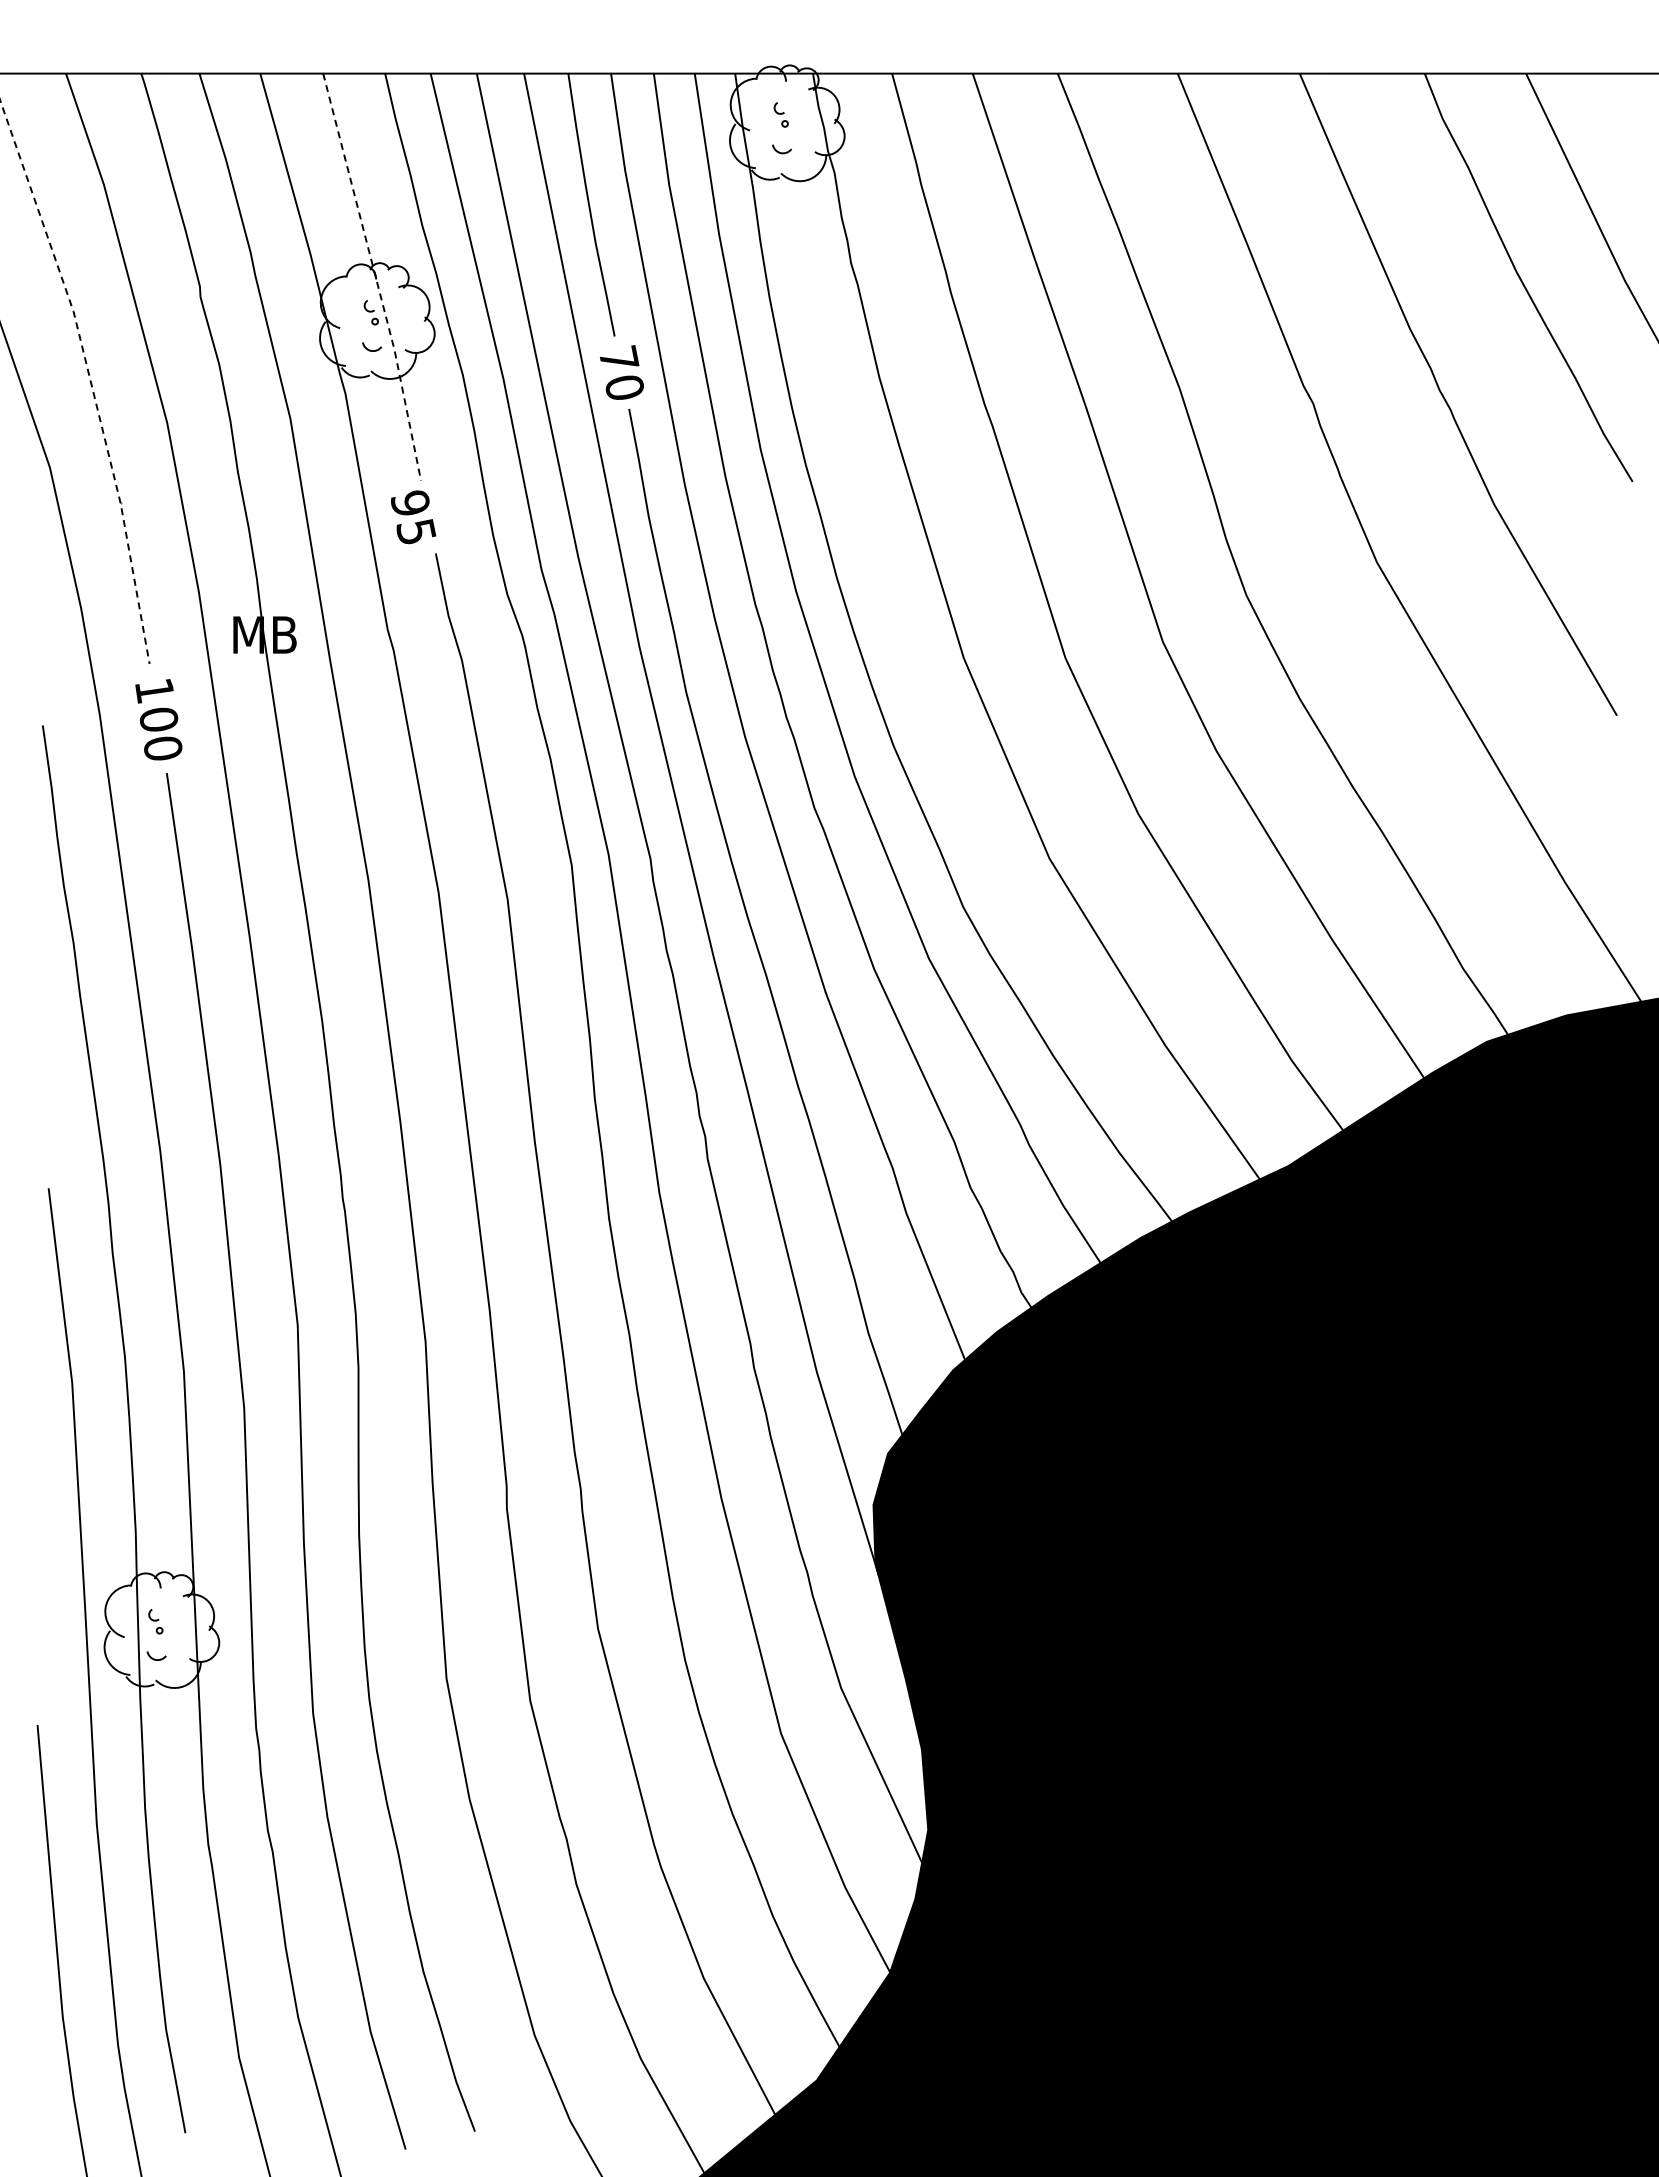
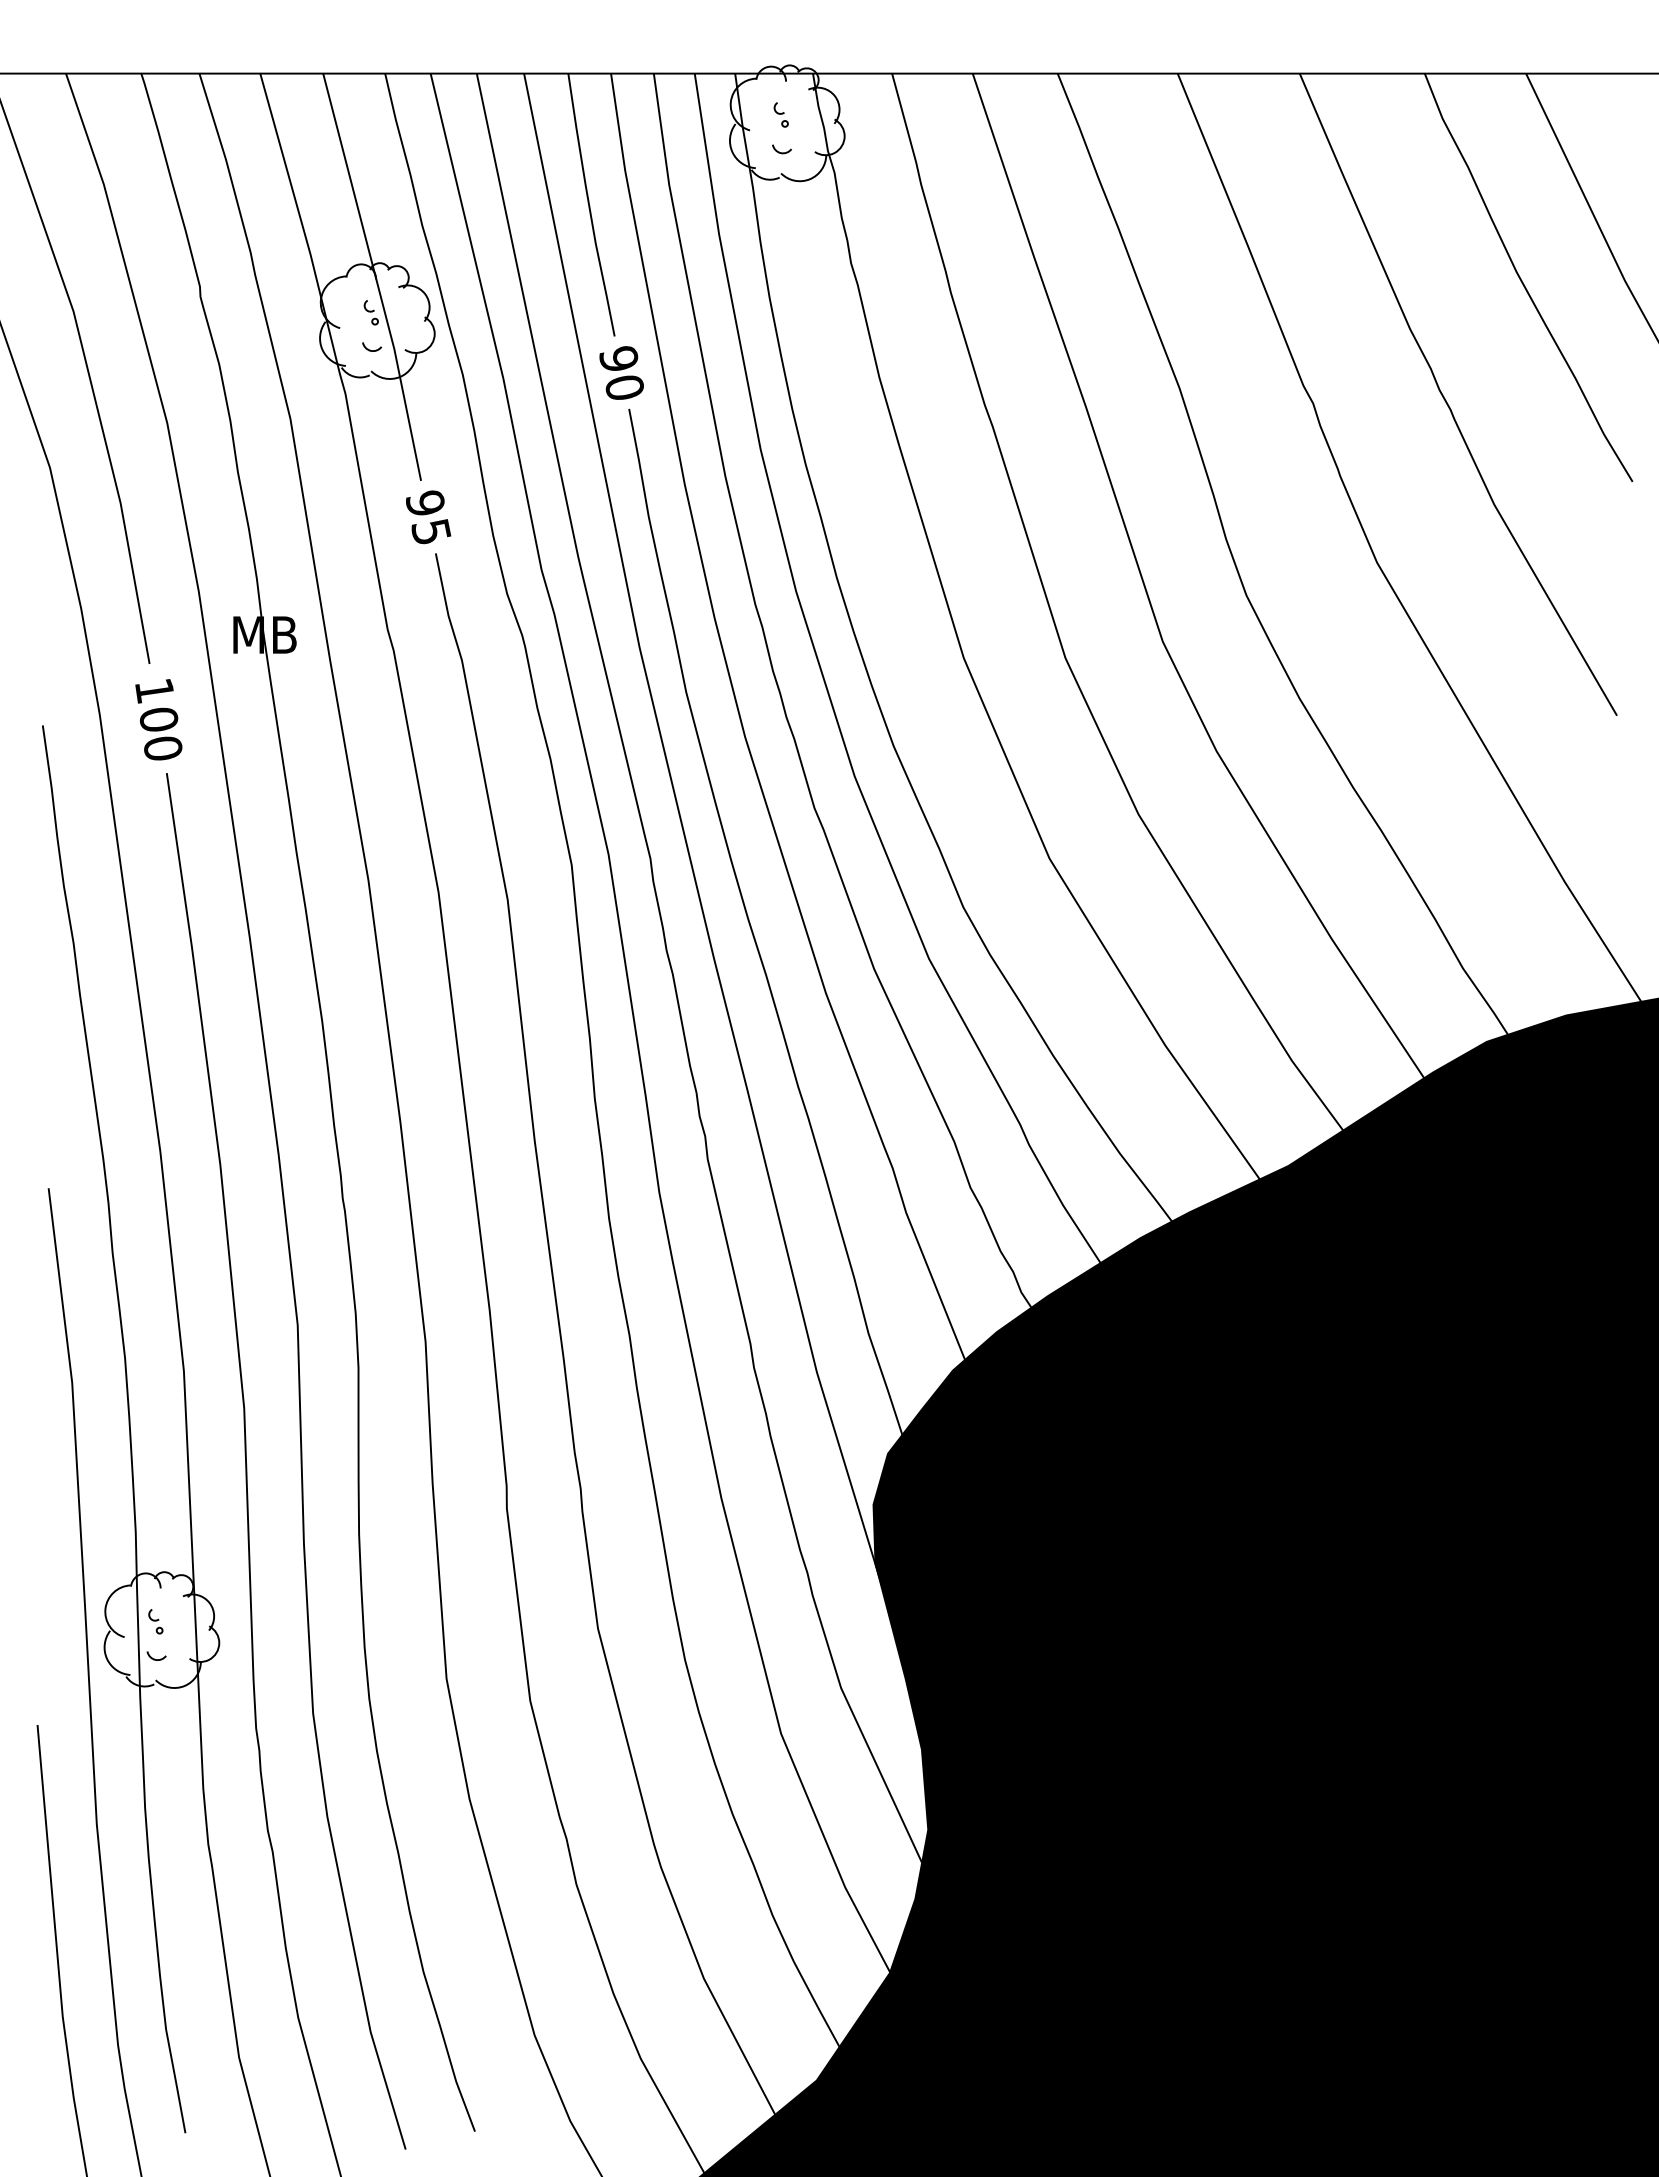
line at (375, 277): dashed -> solid
text at (619, 357): 70 -> 90
line at (89, 378): dashed -> solid
text at (413, 517) position: (413, 517) -> (428, 517)
